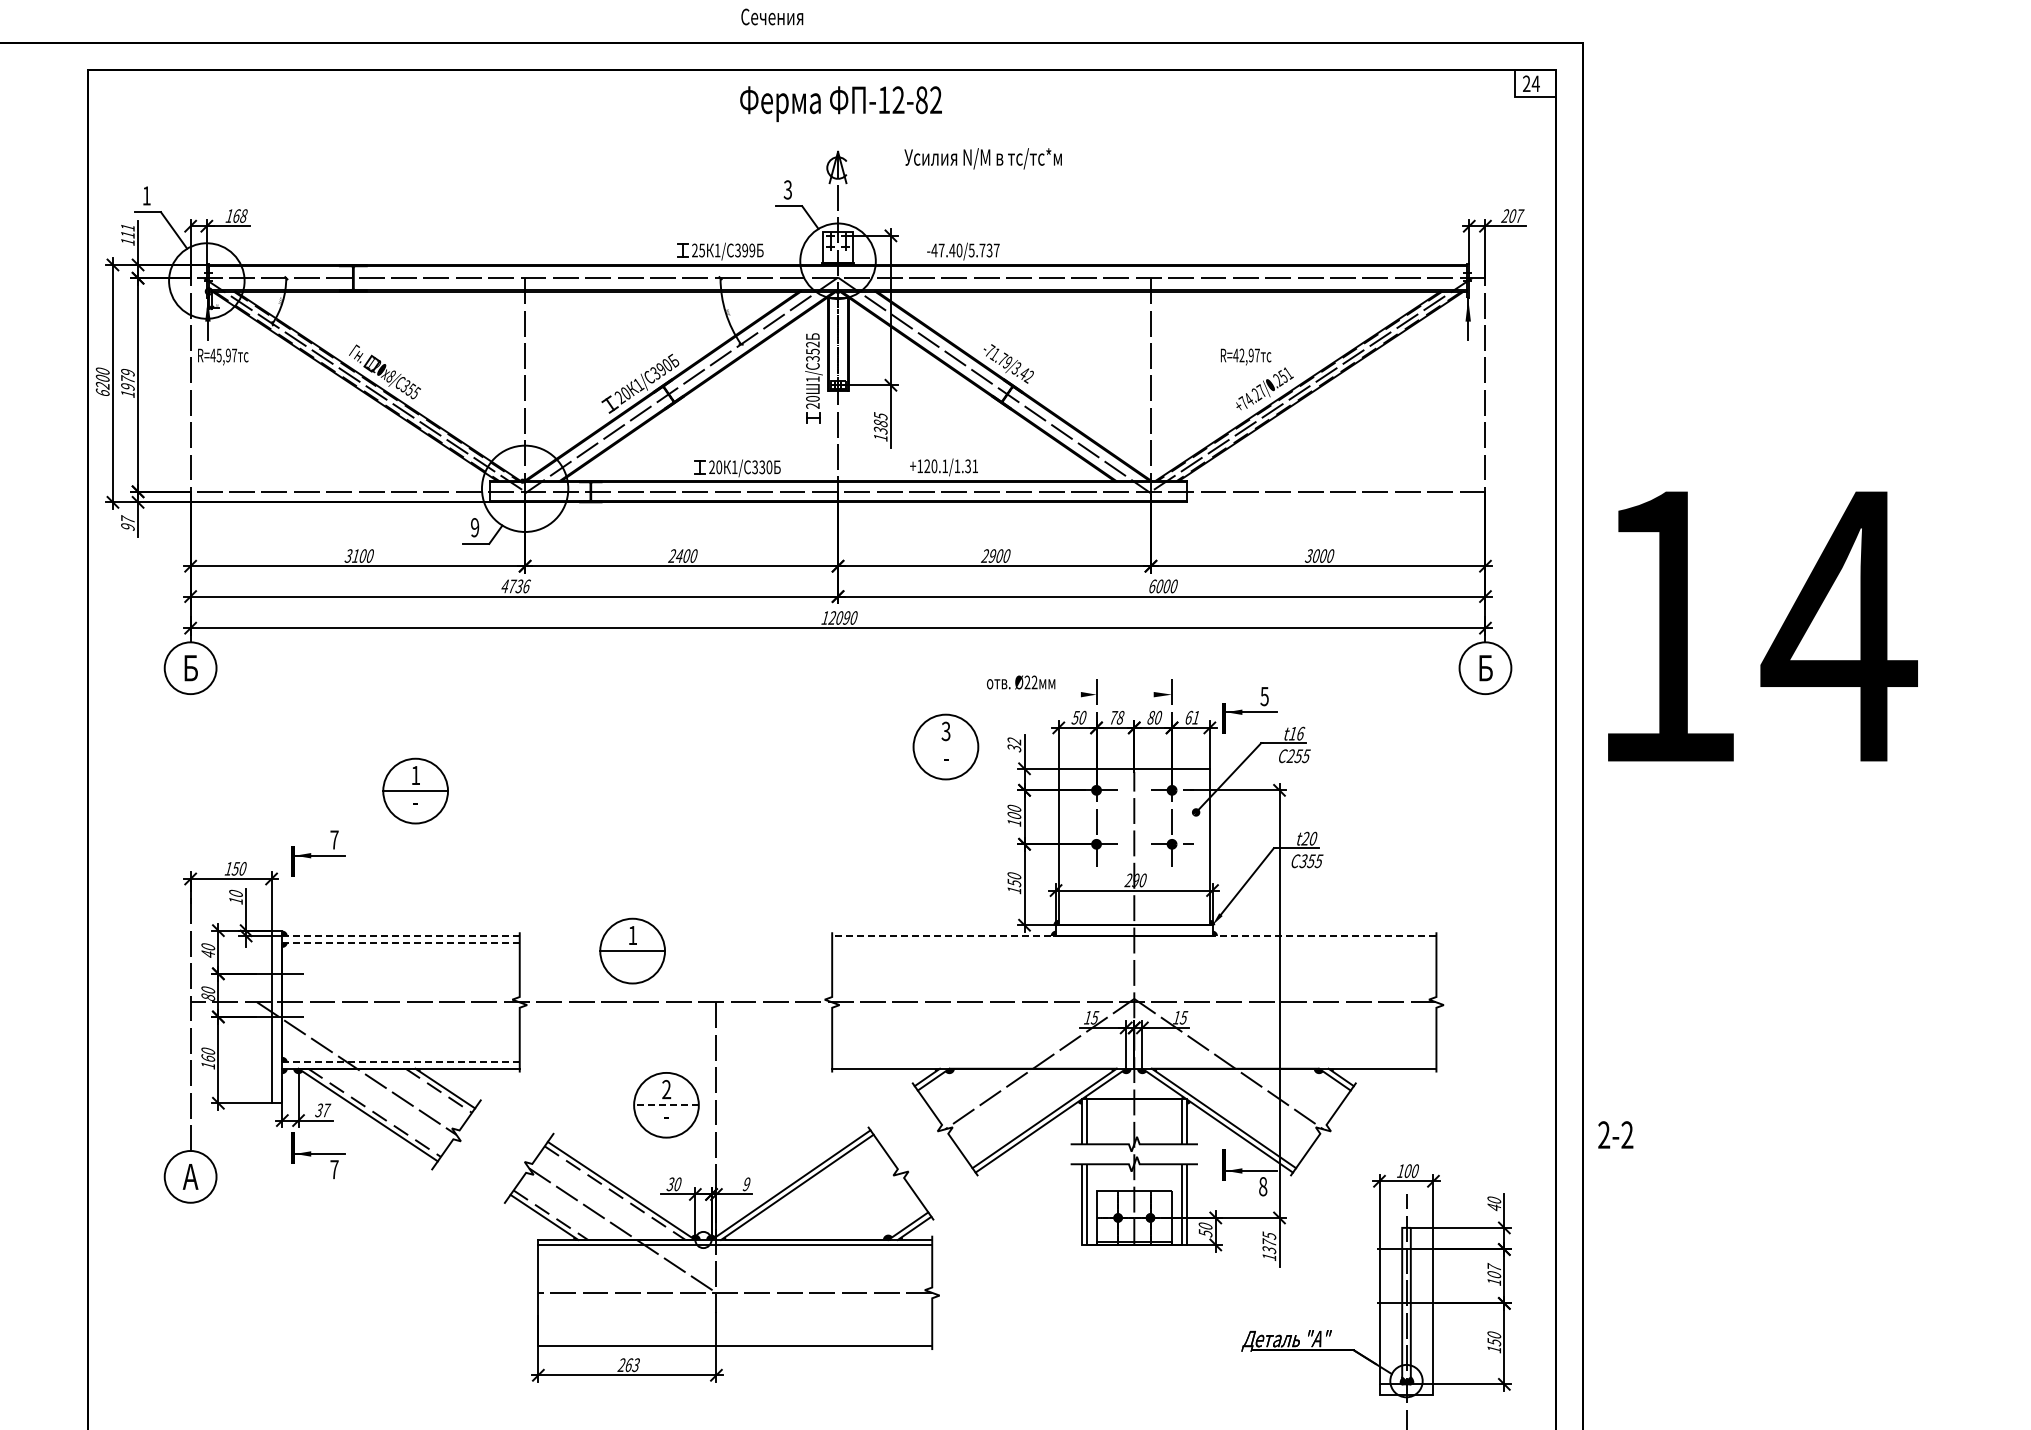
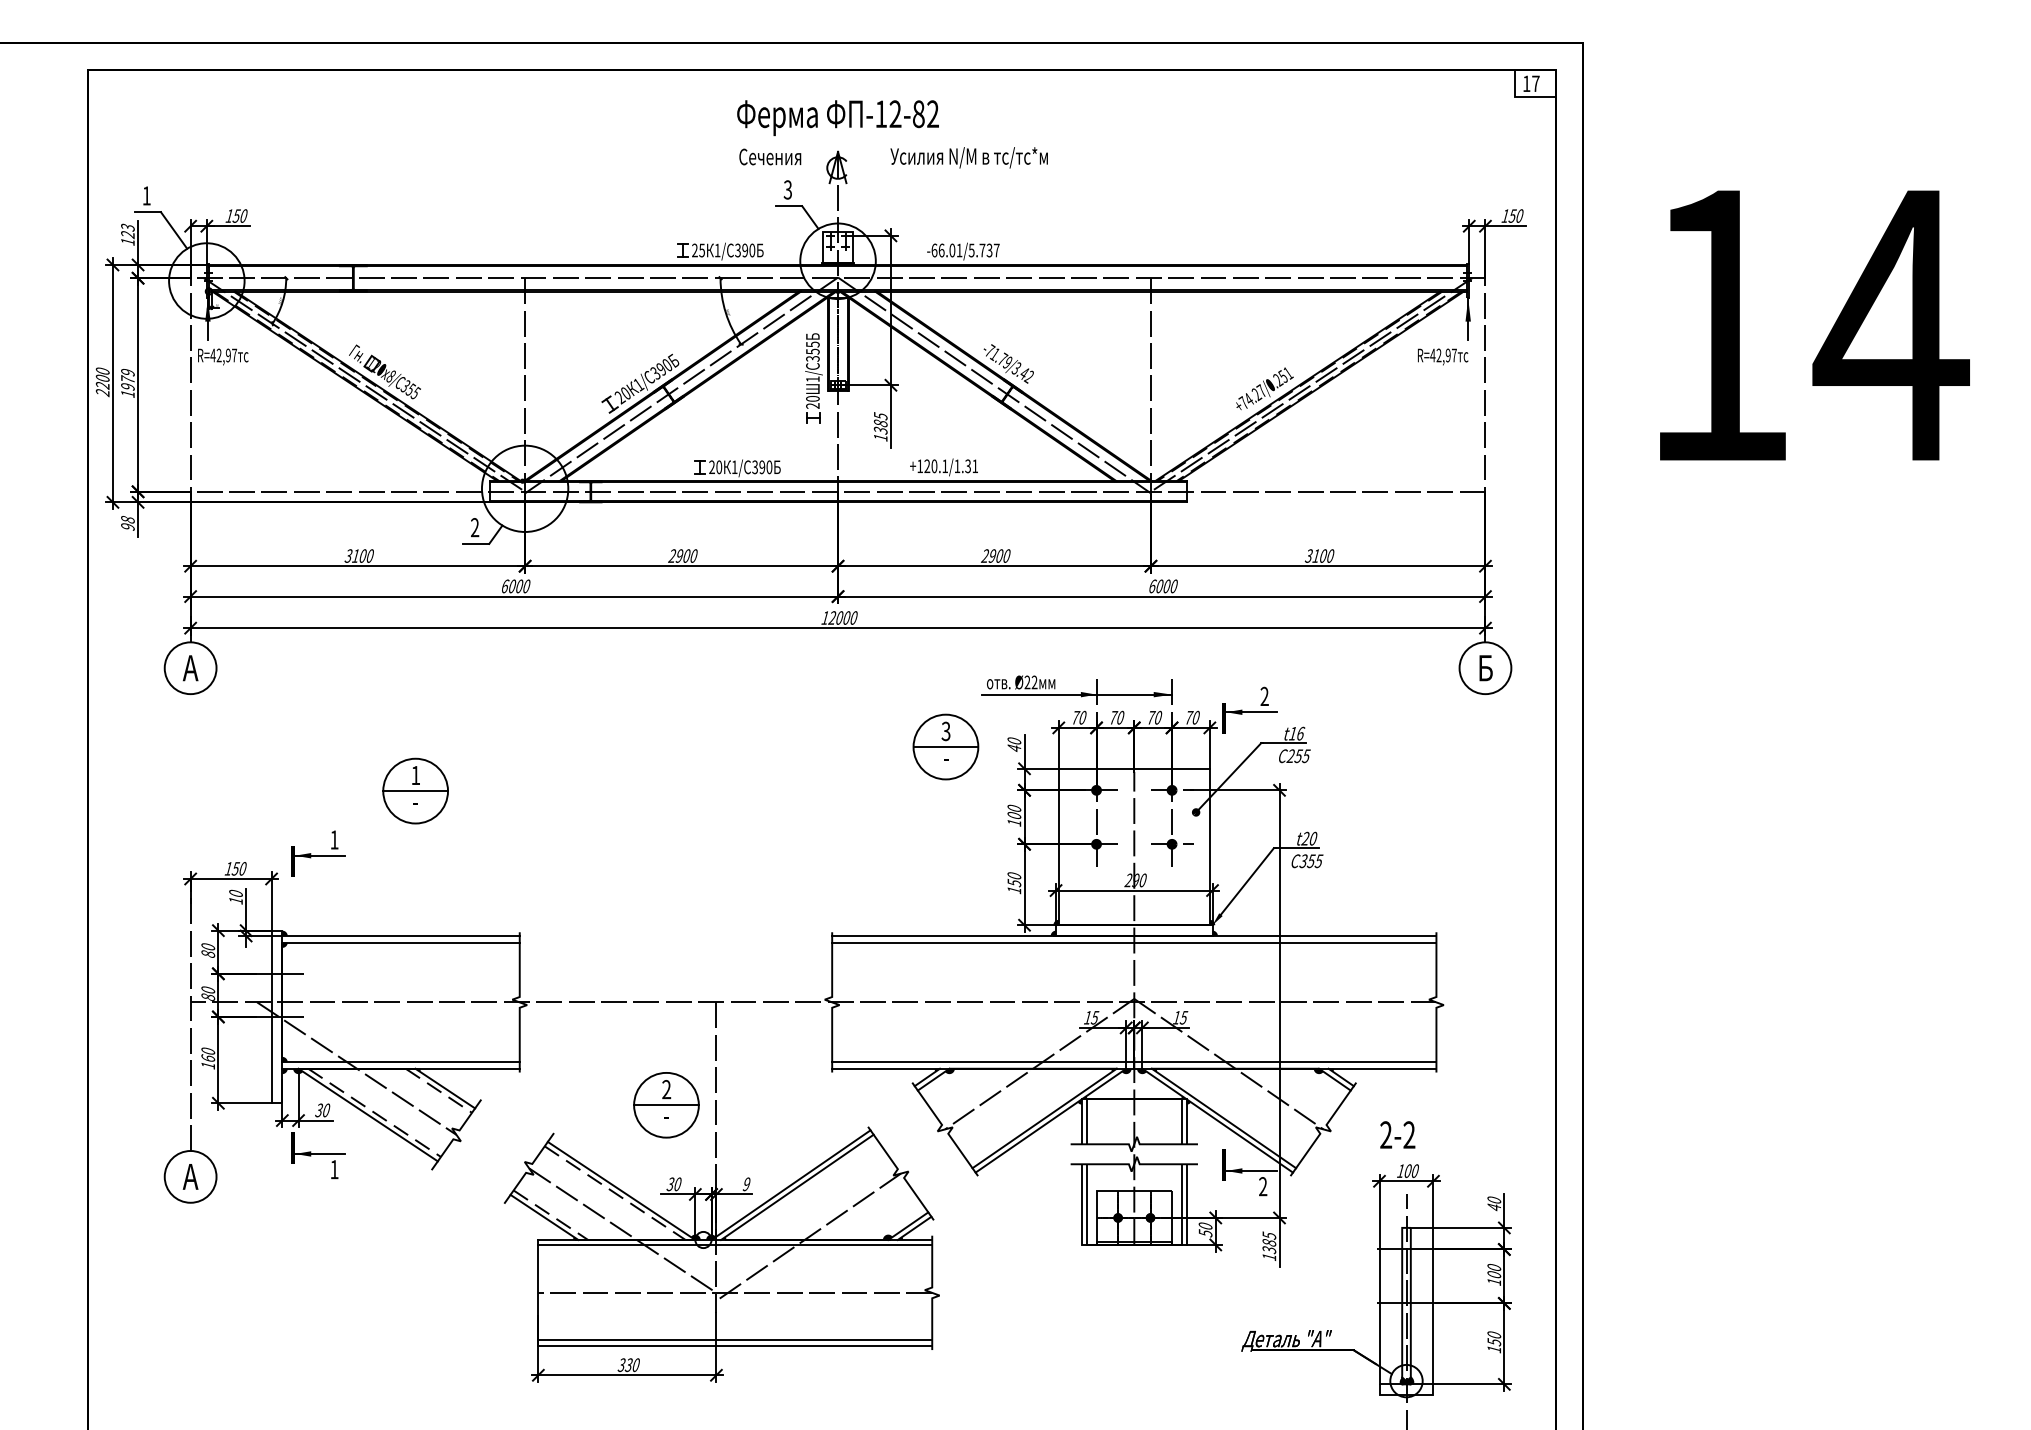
text at (772, 16) position: (772, 16) -> (770, 156)
text at (1531, 83): 24 -> 17
text at (840, 104) position: (840, 104) -> (837, 118)
text at (982, 158) position: (982, 158) -> (968, 157)
text at (239, 215): 168 -> 150
text at (1512, 215): 207 -> 150
text at (127, 231): 111 -> 123
text at (752, 250): 399 -> 390
text at (946, 250): -47.40/5.737 -> -66.01/5.737
text at (812, 344): 352 -> 355
text at (218, 355): R=45,97 -> R=42,97
text at (1246, 356) position: (1246, 356) -> (1443, 356)
text at (102, 392): 6200 -> 2200
text at (762, 467): 330 -> 390
text at (127, 519): 97 -> 98
text at (475, 527): 9 -> 2
text at (679, 555): 2400 -> 2900
text at (1315, 555): 3000 -> 3100
text at (515, 586): 4736 -> 6000
text at (846, 617): 12090 -> 12000
text at (1762, 626) position: (1762, 626) -> (1814, 325)
text at (190, 668): Б -> А
line at (1076, 694): none -> present
text at (1264, 696): 5 -> 2
text at (1075, 717): 50 -> 70
text at (1151, 717): 80 -> 70
text at (1192, 717): 61 -> 70
text at (1120, 718): 78 -> 70
text at (1014, 744): 32 -> 40
line at (945, 747): none -> present
text at (334, 839): 7 -> 1
line at (401, 936): dashed -> solid
line at (1133, 936): dashed -> solid
line at (401, 942): dashed -> solid
line at (1134, 942): none -> present
part at (632, 950): present -> none
text at (208, 953): 40 -> 80
line at (401, 1062): dashed -> solid
line at (1134, 1062): none -> present
line at (665, 1105): dashed -> solid
text at (327, 1110): 37 -> 30
text at (1615, 1134) position: (1615, 1134) -> (1397, 1134)
text at (334, 1169): 7 -> 1
text at (1263, 1186): 8 -> 2
line at (808, 1236): none -> present
text at (1269, 1242): 1375 -> 1385
text at (1494, 1267): 107 -> 100
line at (735, 1340): none -> present
text at (628, 1365): 263 -> 330
